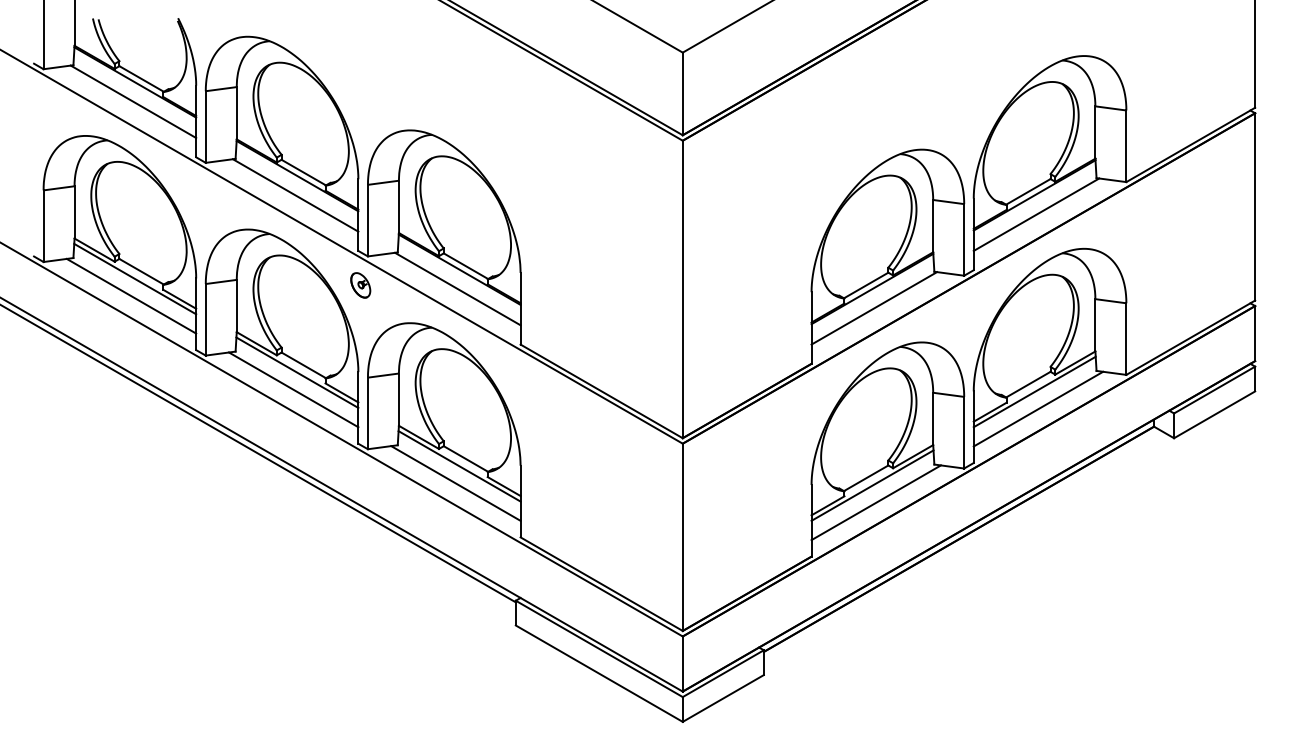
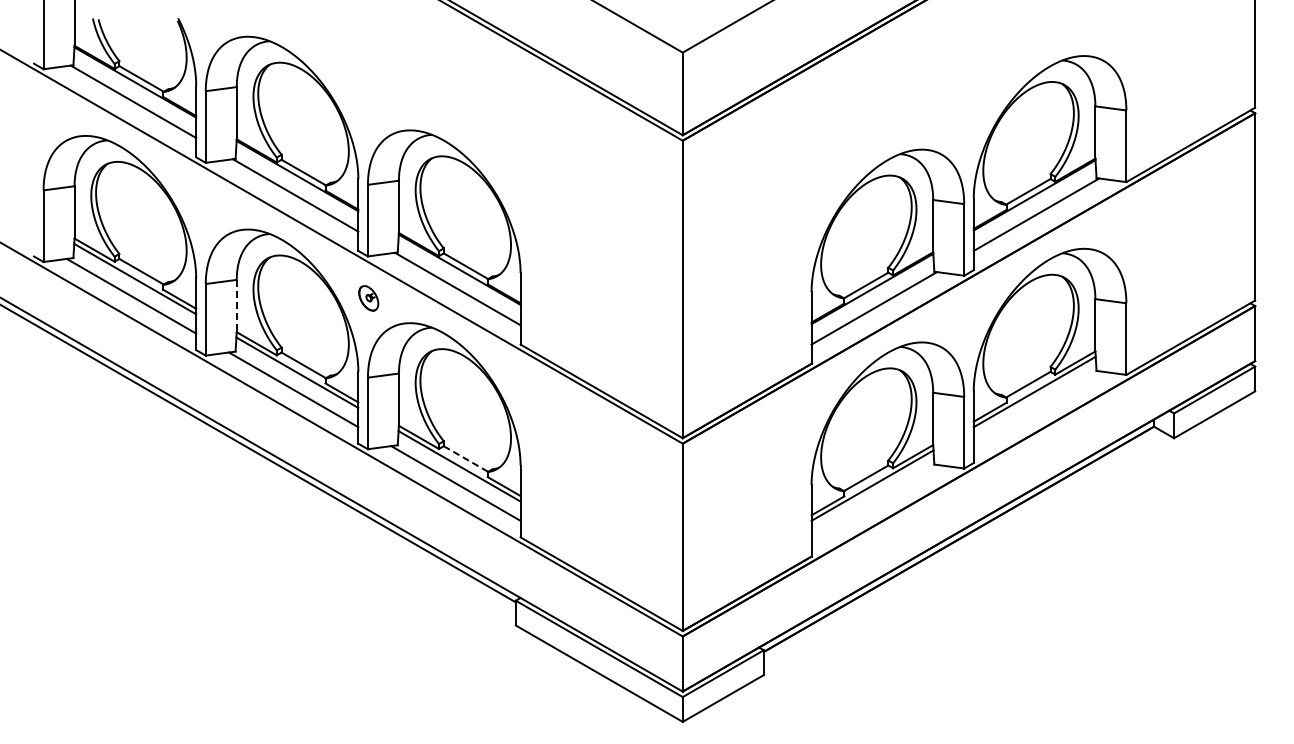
part at (360, 285) position: (360, 285) -> (368, 298)
line at (236, 306): solid -> dashed
line at (1038, 408): present -> none
line at (465, 459): solid -> dashed
line at (875, 502): present -> none
